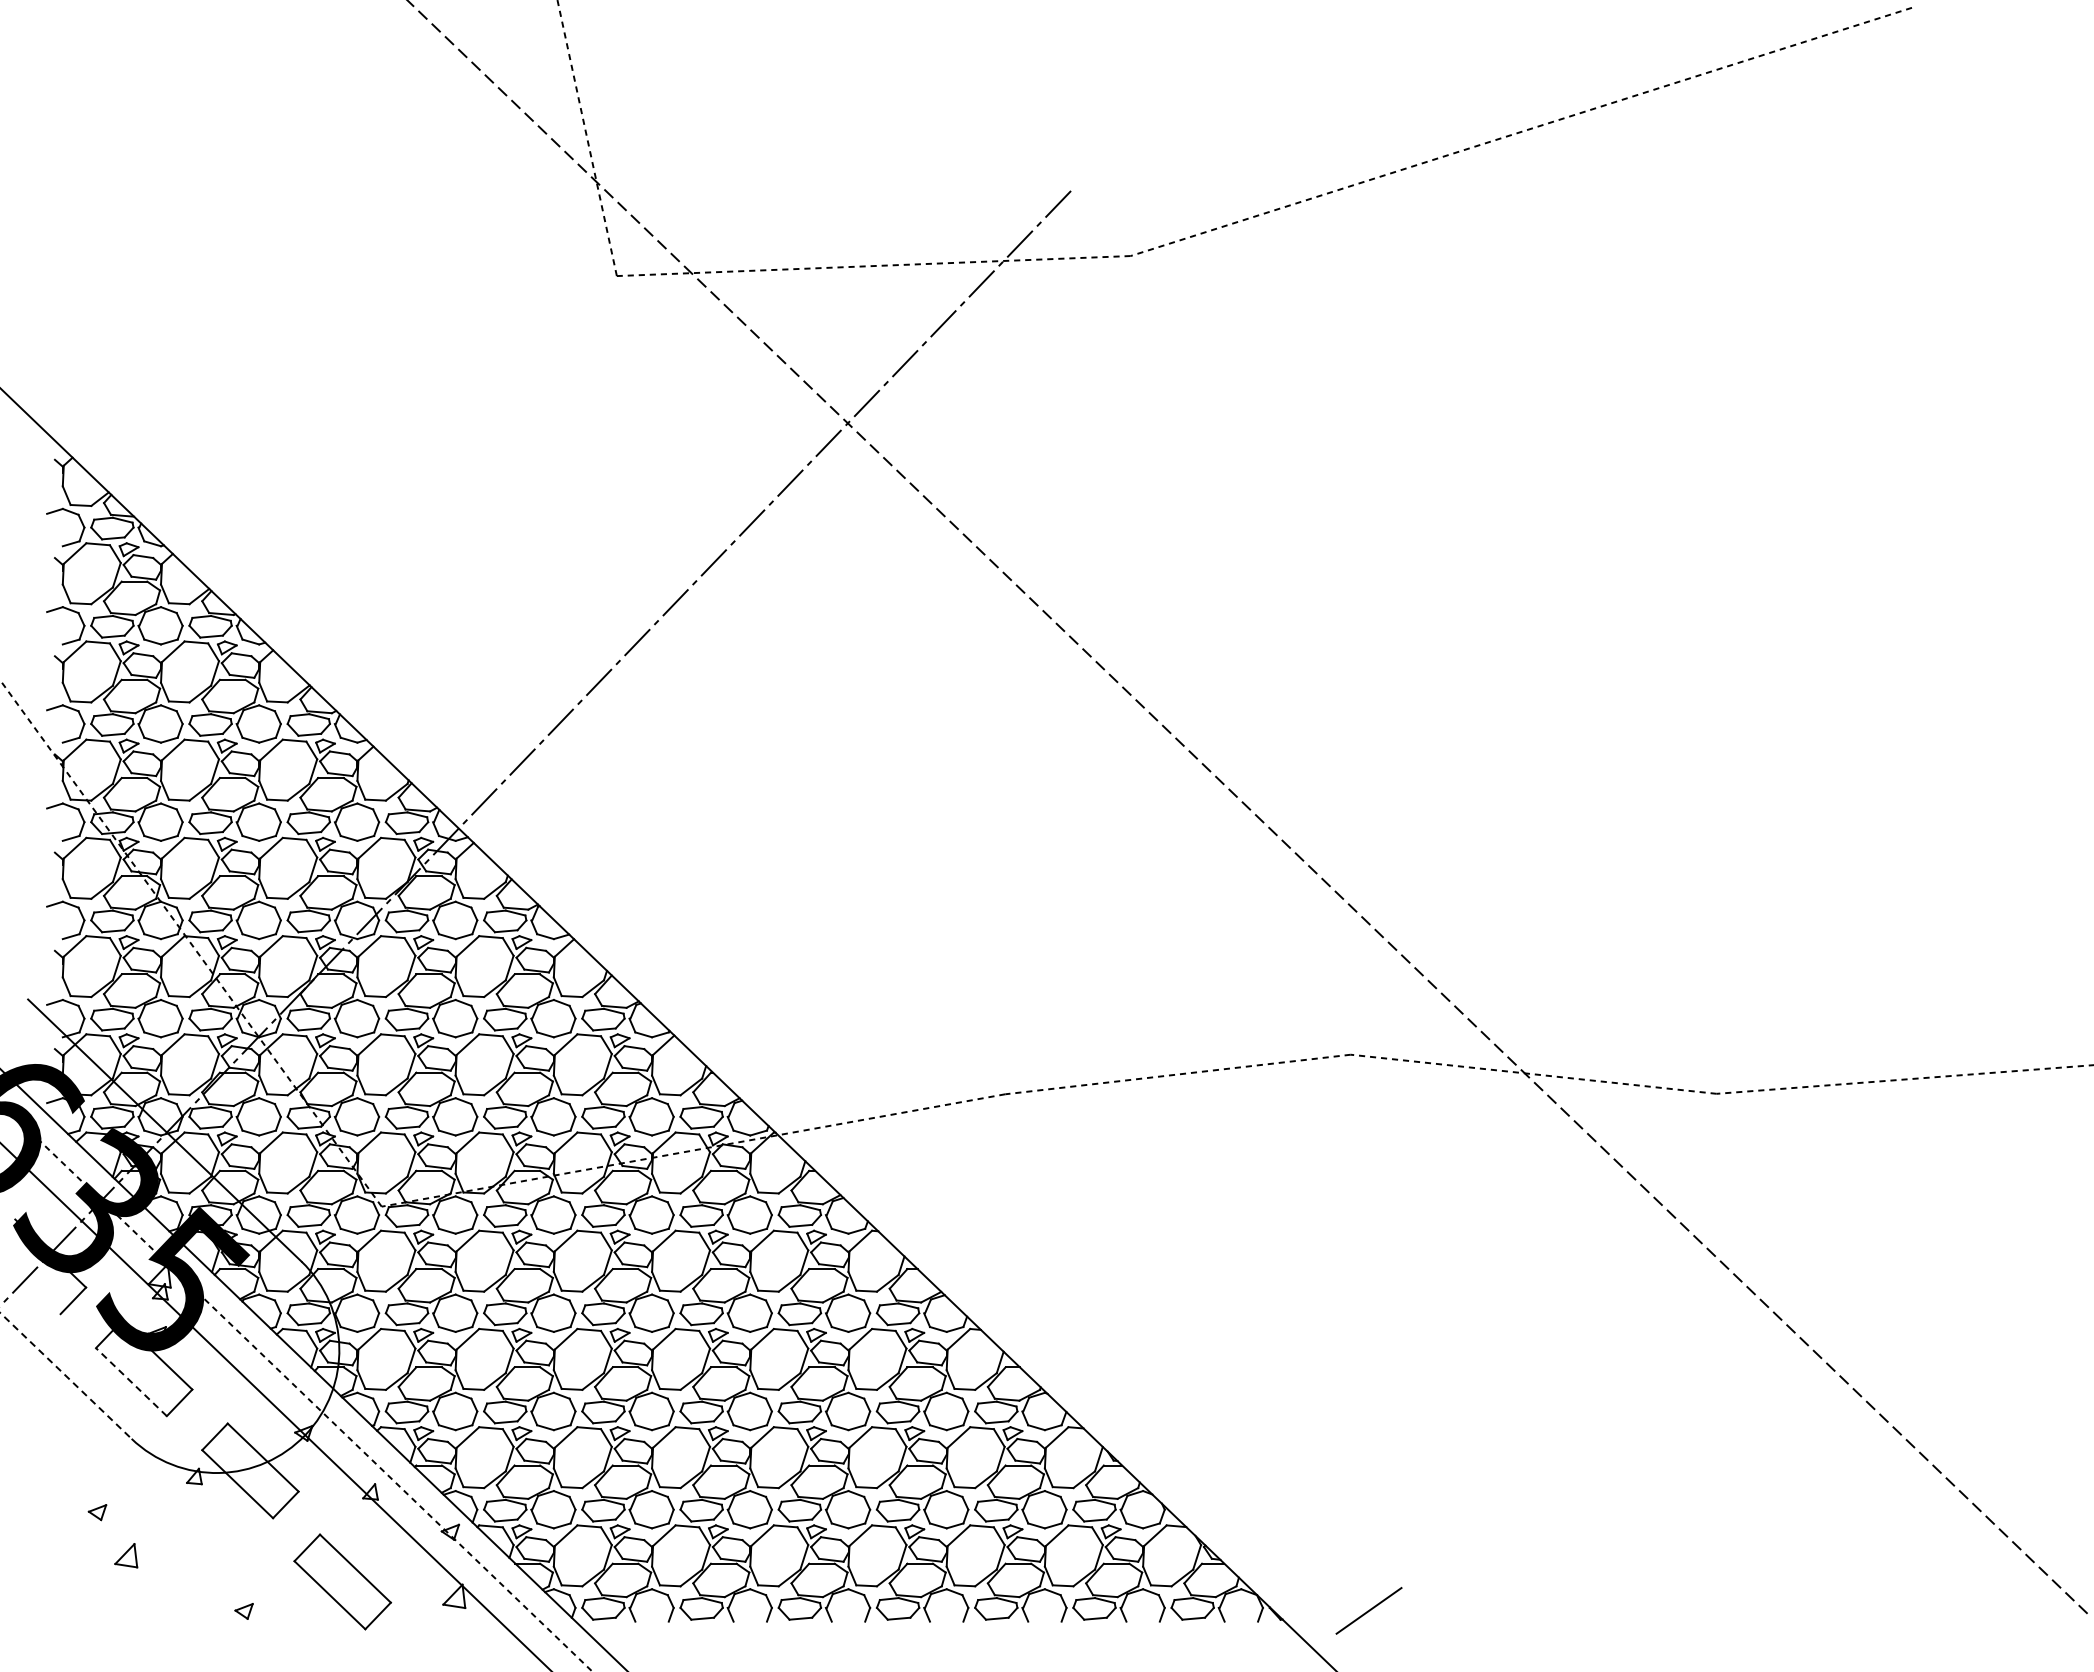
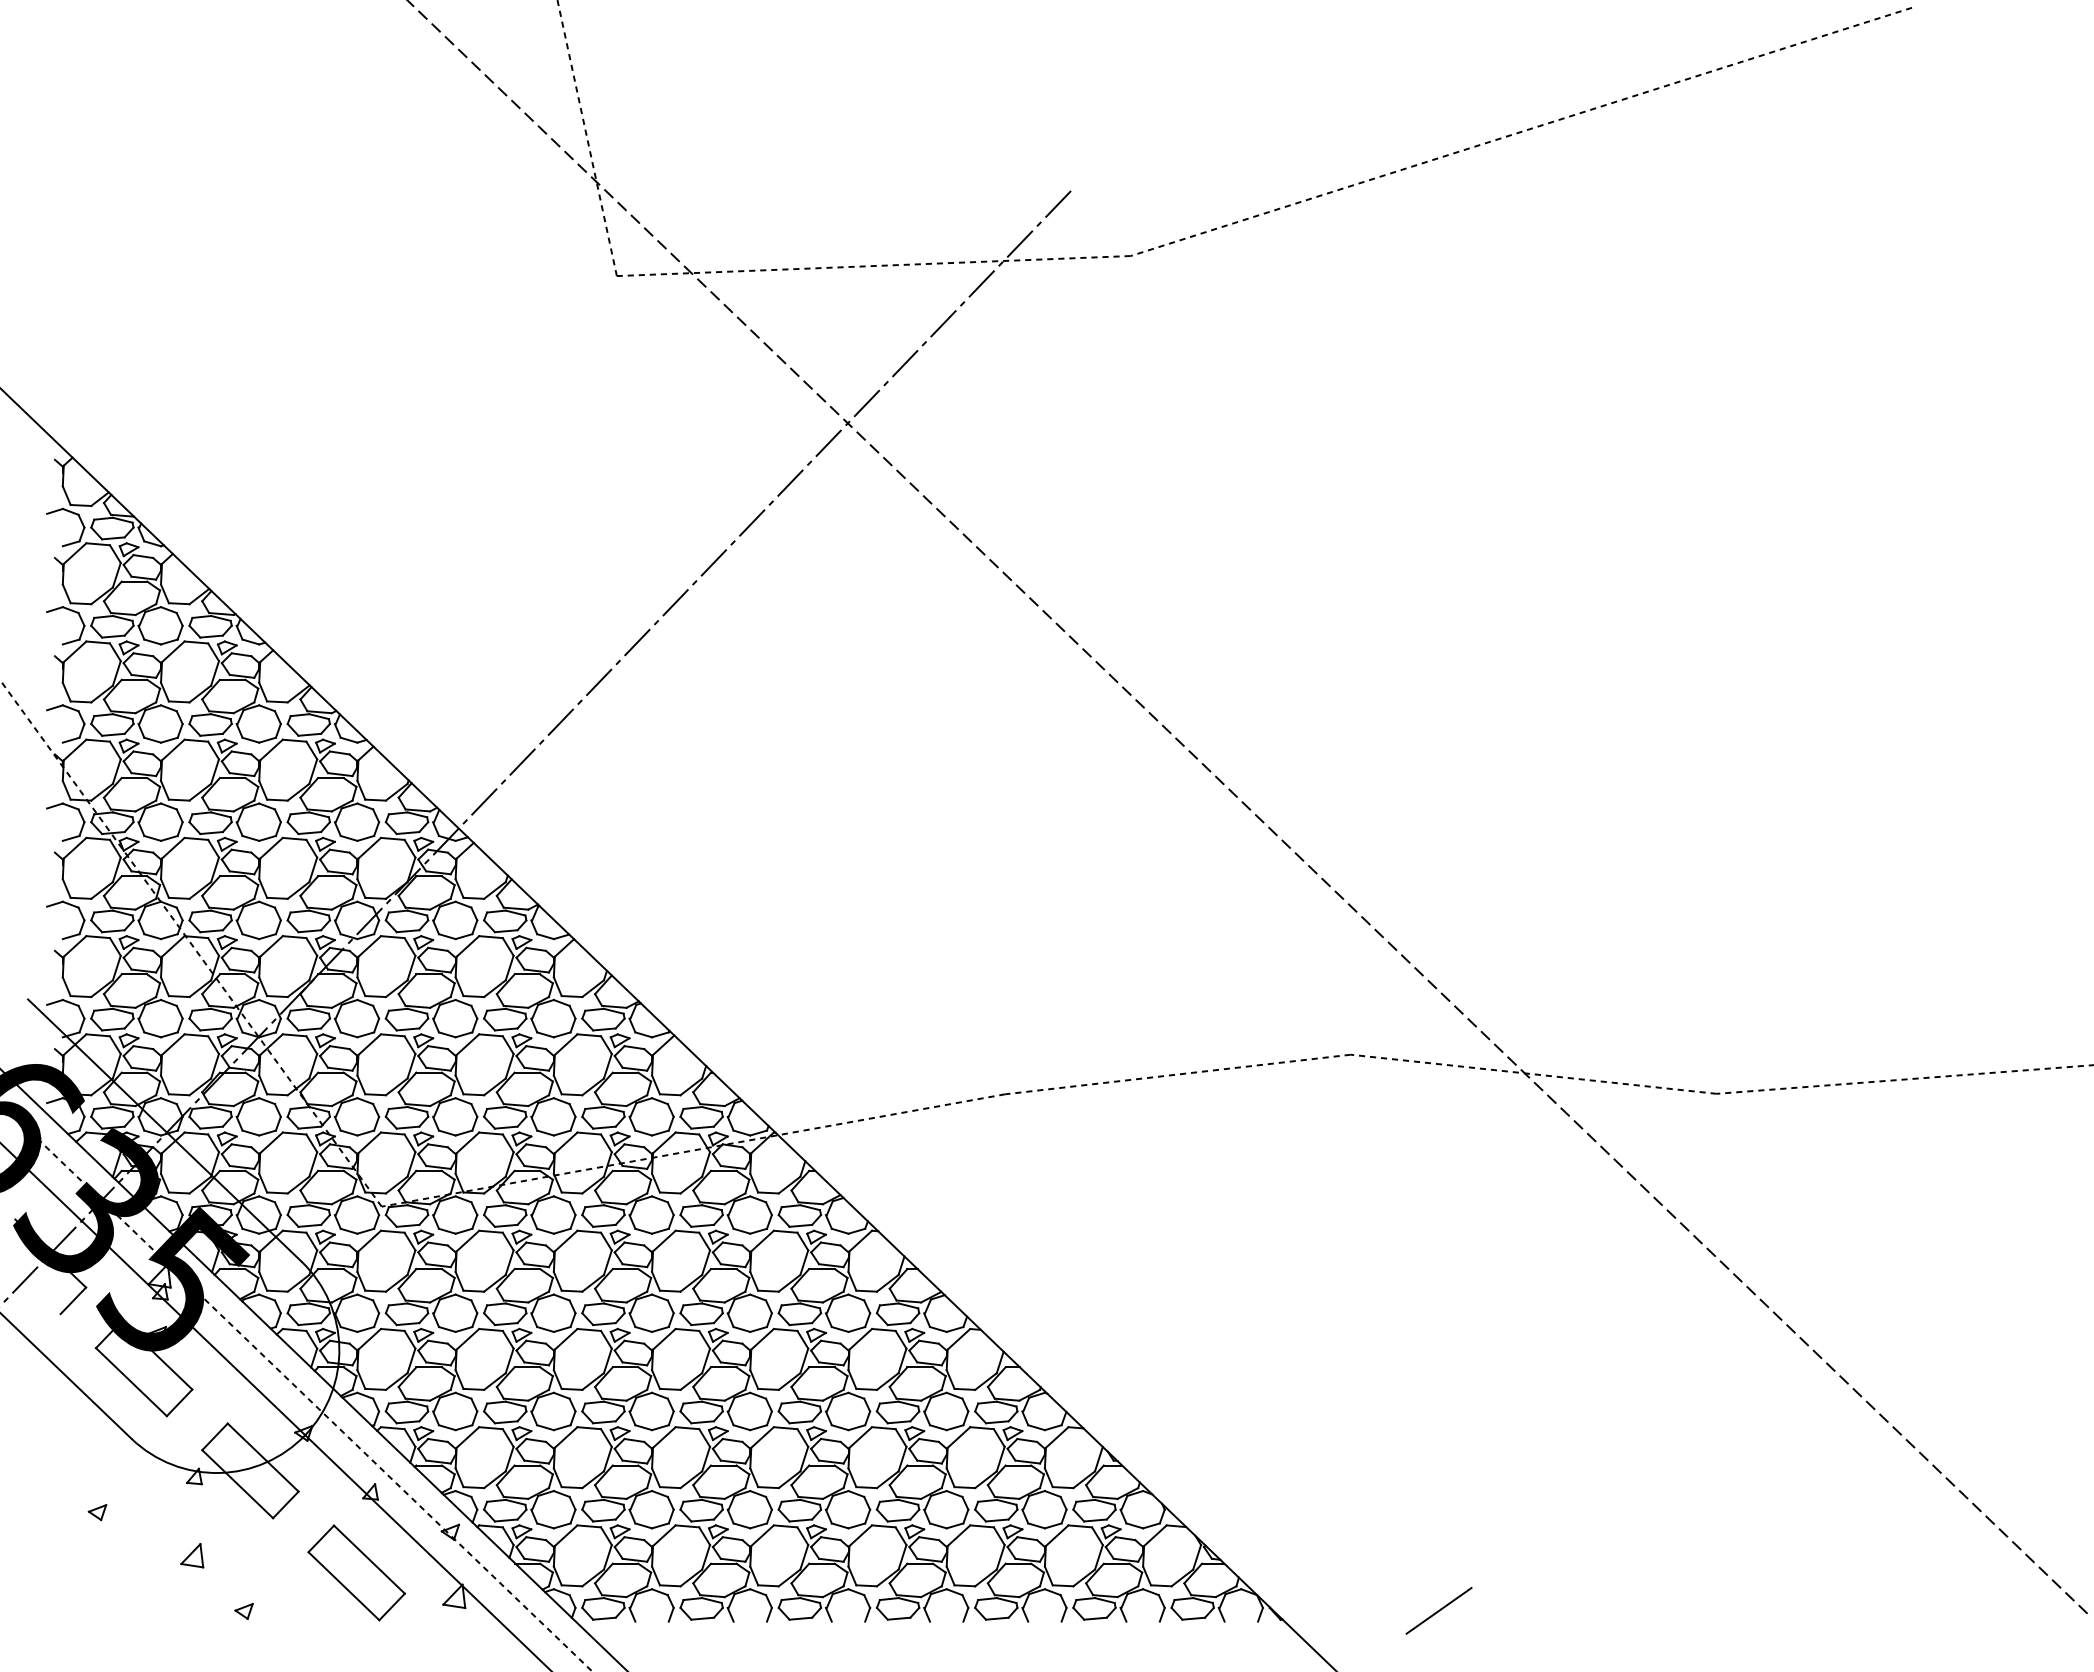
line at (66, 1375): dashed -> solid
line at (131, 1381): dashed -> solid
part at (126, 1555) position: (126, 1555) -> (192, 1555)
part at (342, 1581) position: (342, 1581) -> (356, 1572)
line at (1368, 1610) position: (1368, 1610) -> (1438, 1610)
